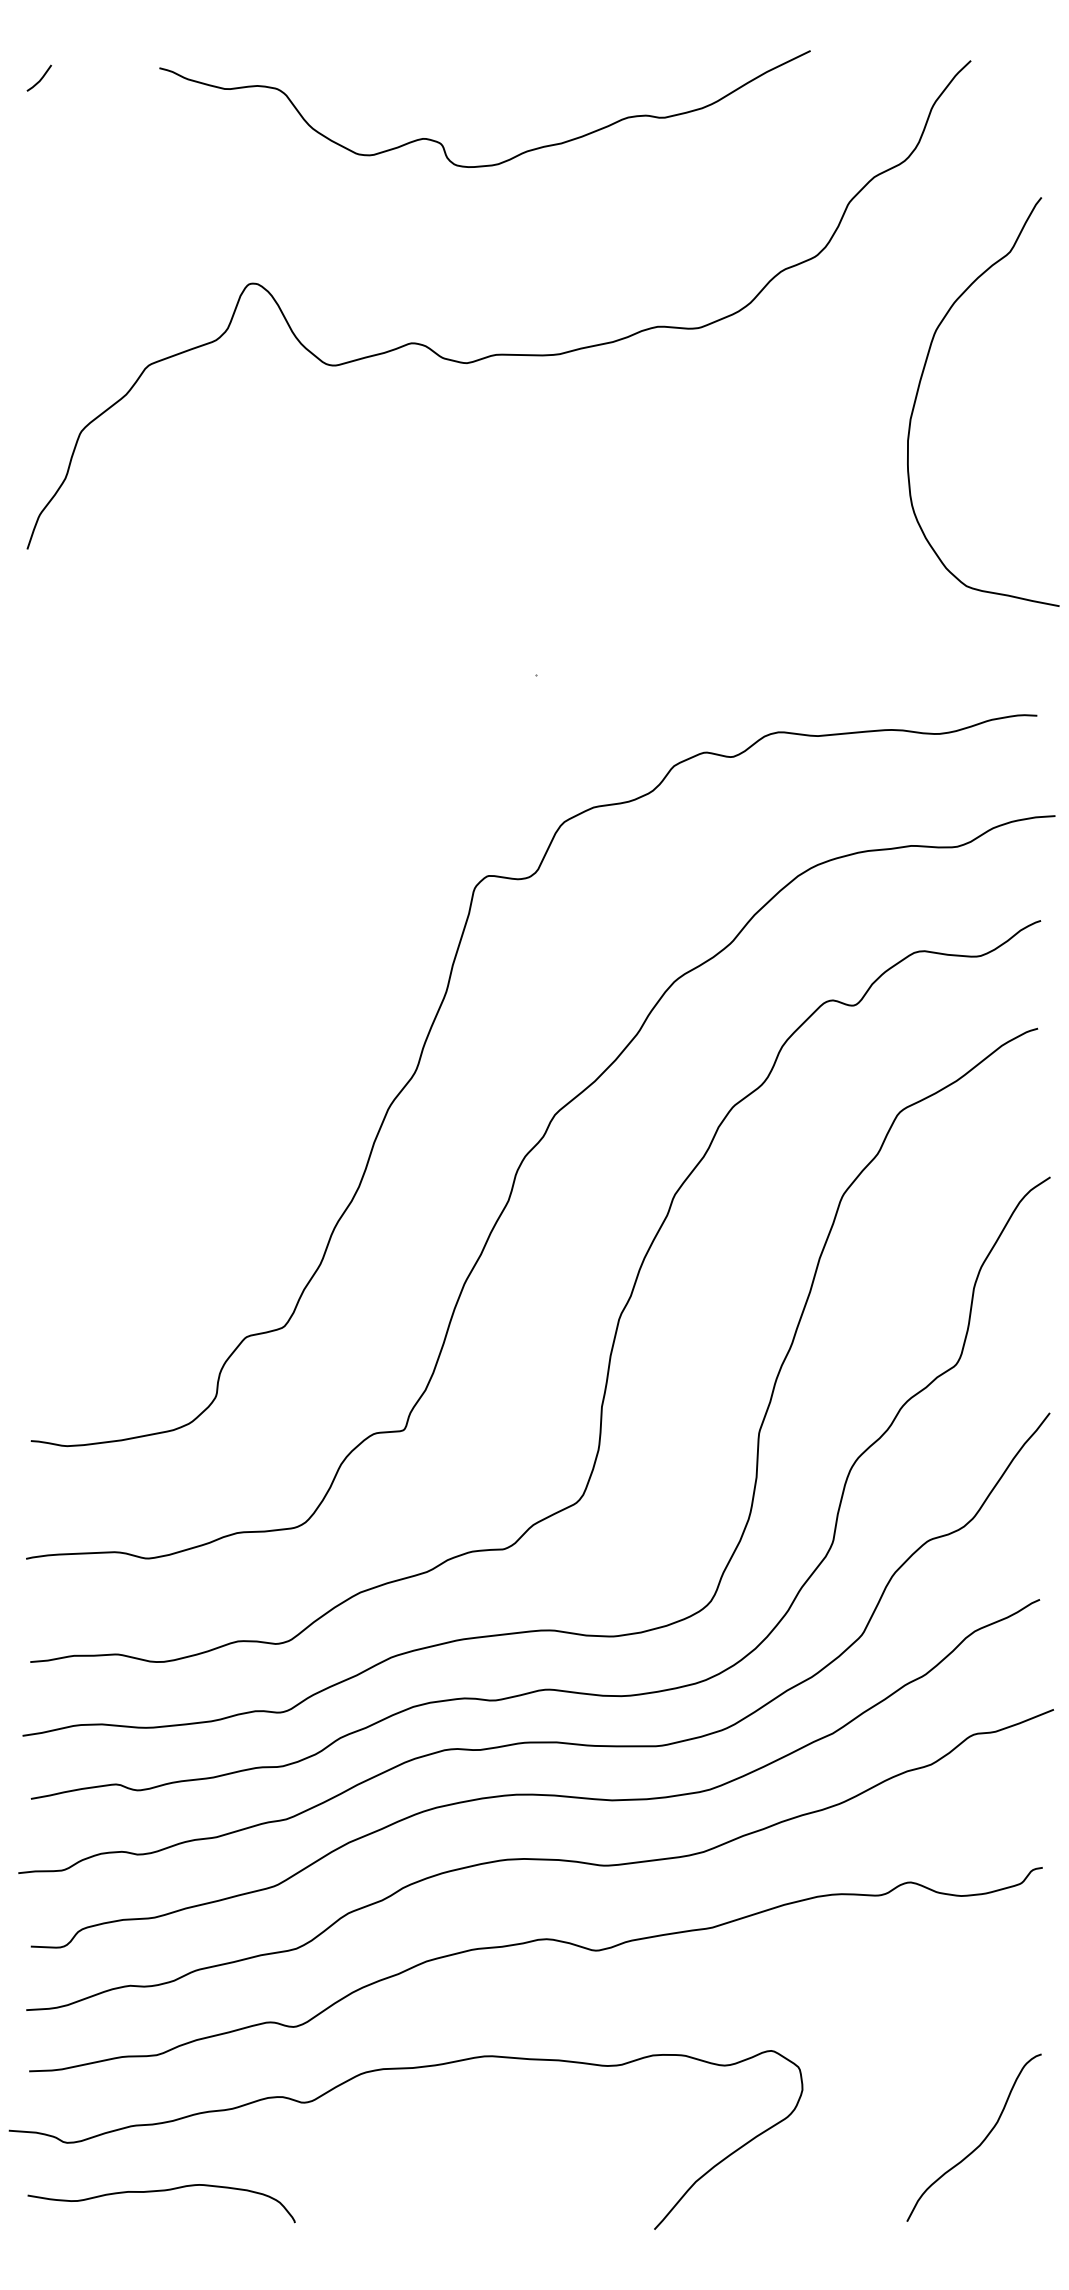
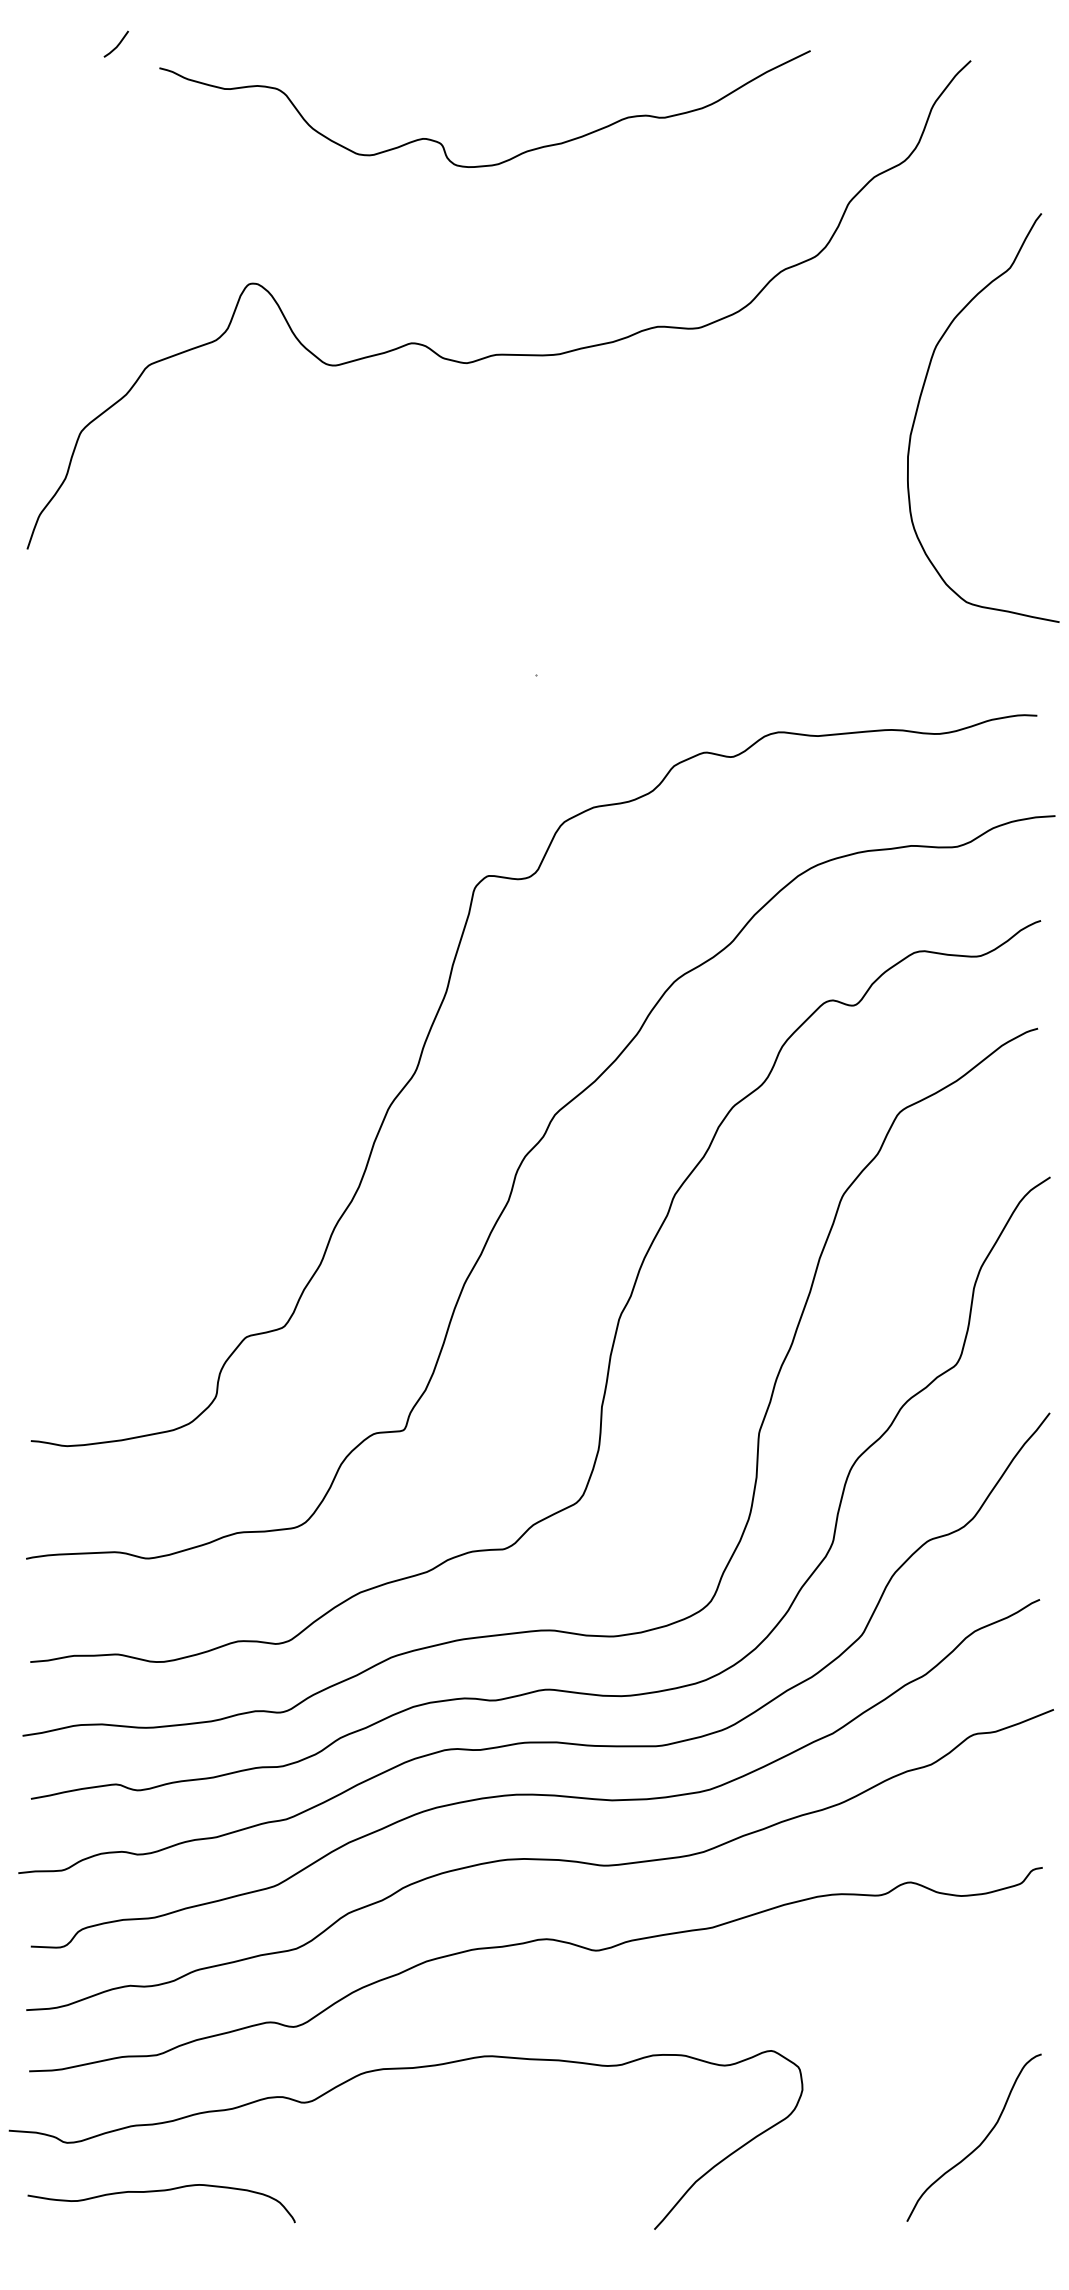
line at (40, 78) position: (40, 78) -> (117, 44)
curve at (920, 384) position: (920, 384) -> (920, 400)
